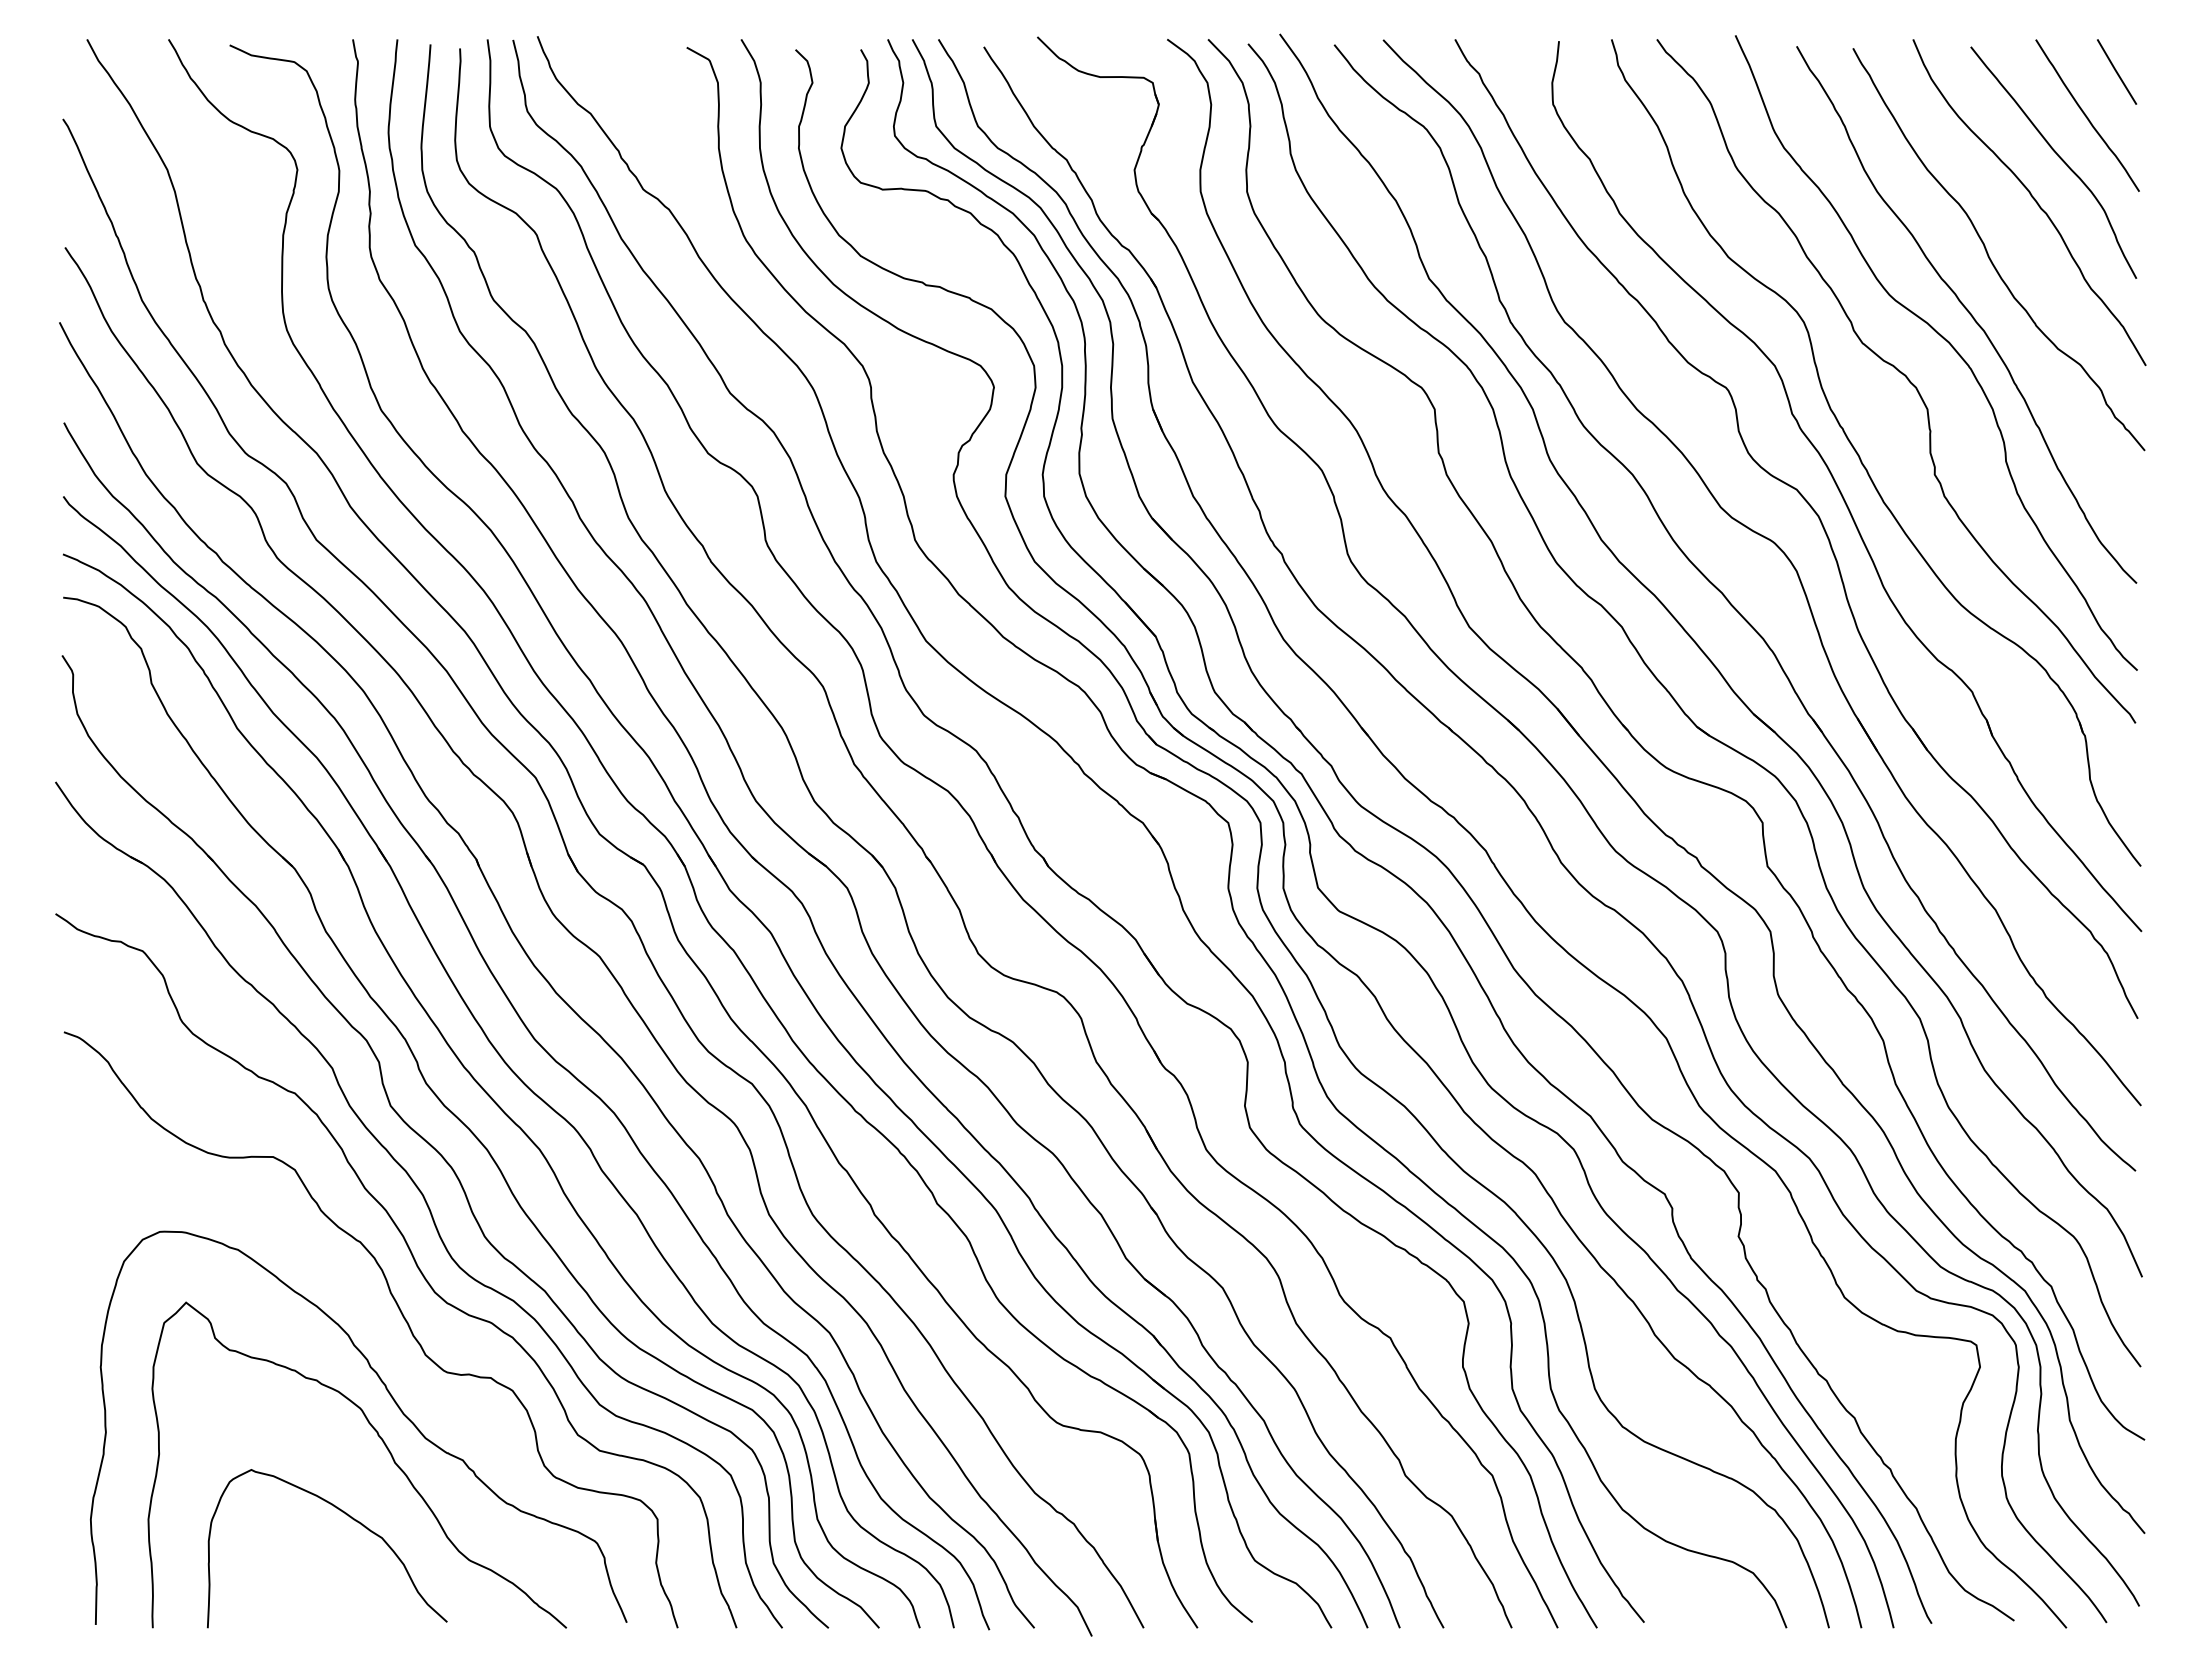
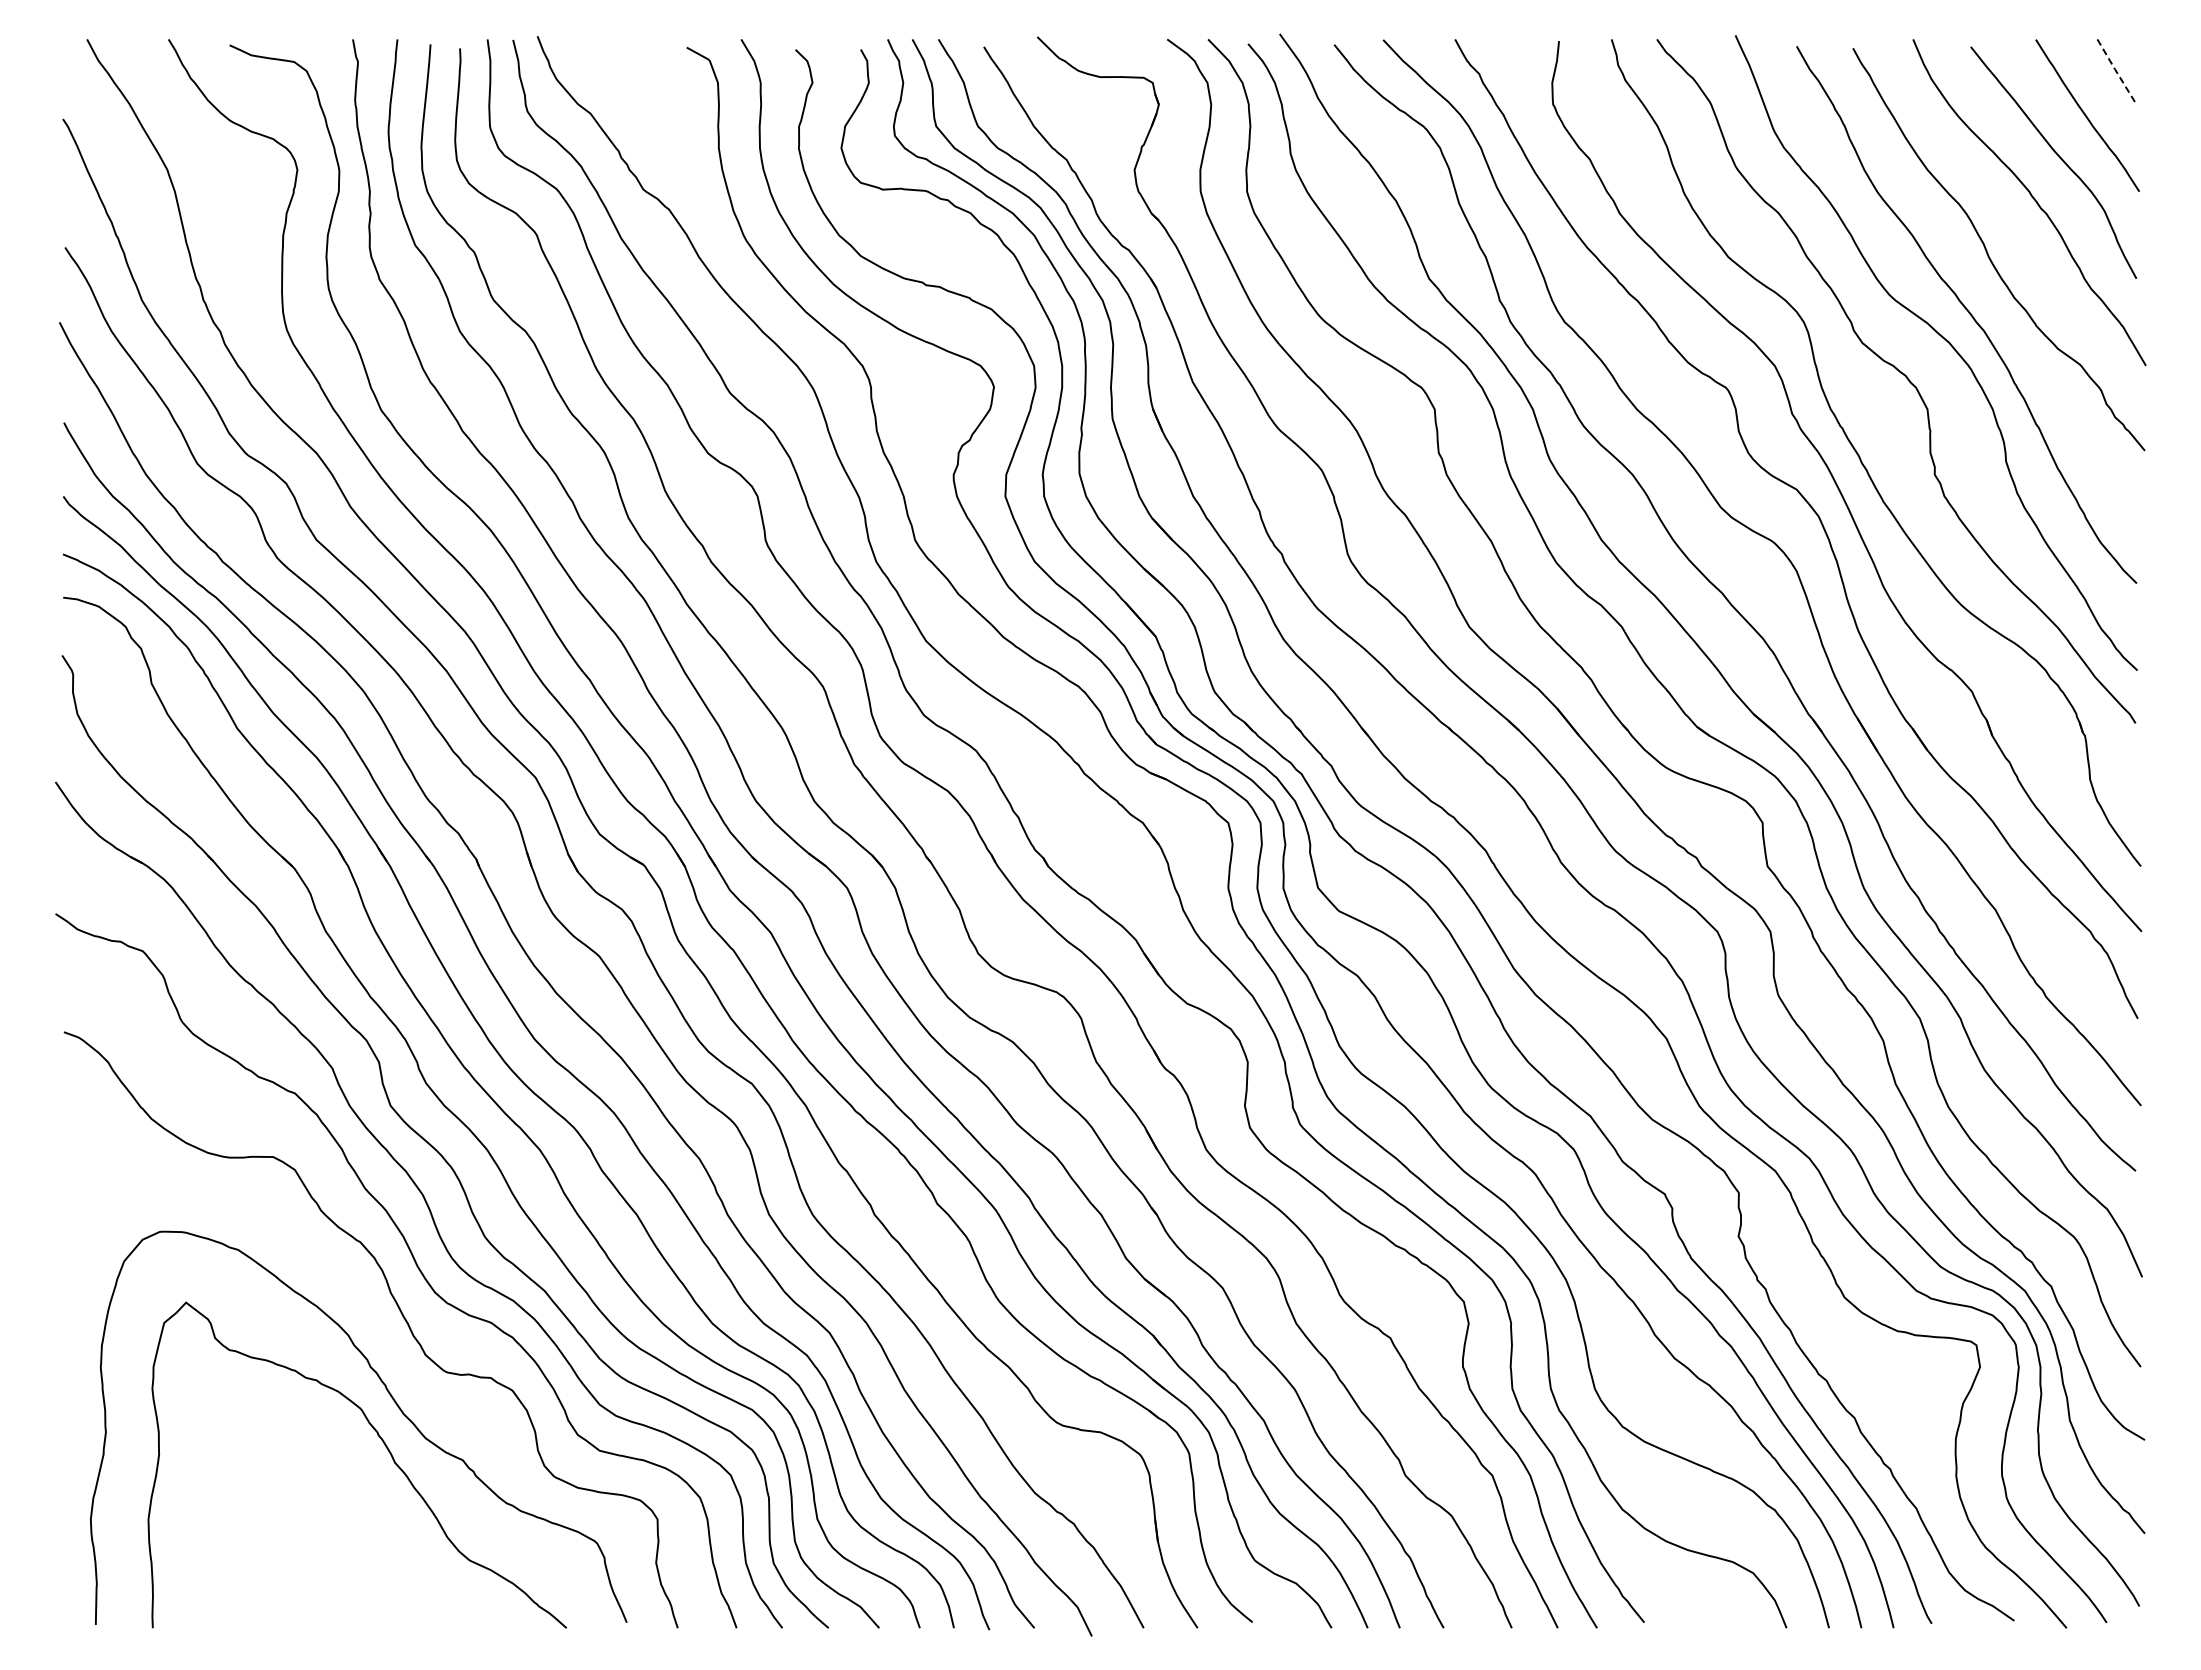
line at (2116, 71): solid -> dashed
curve at (349, 1517): present -> none
